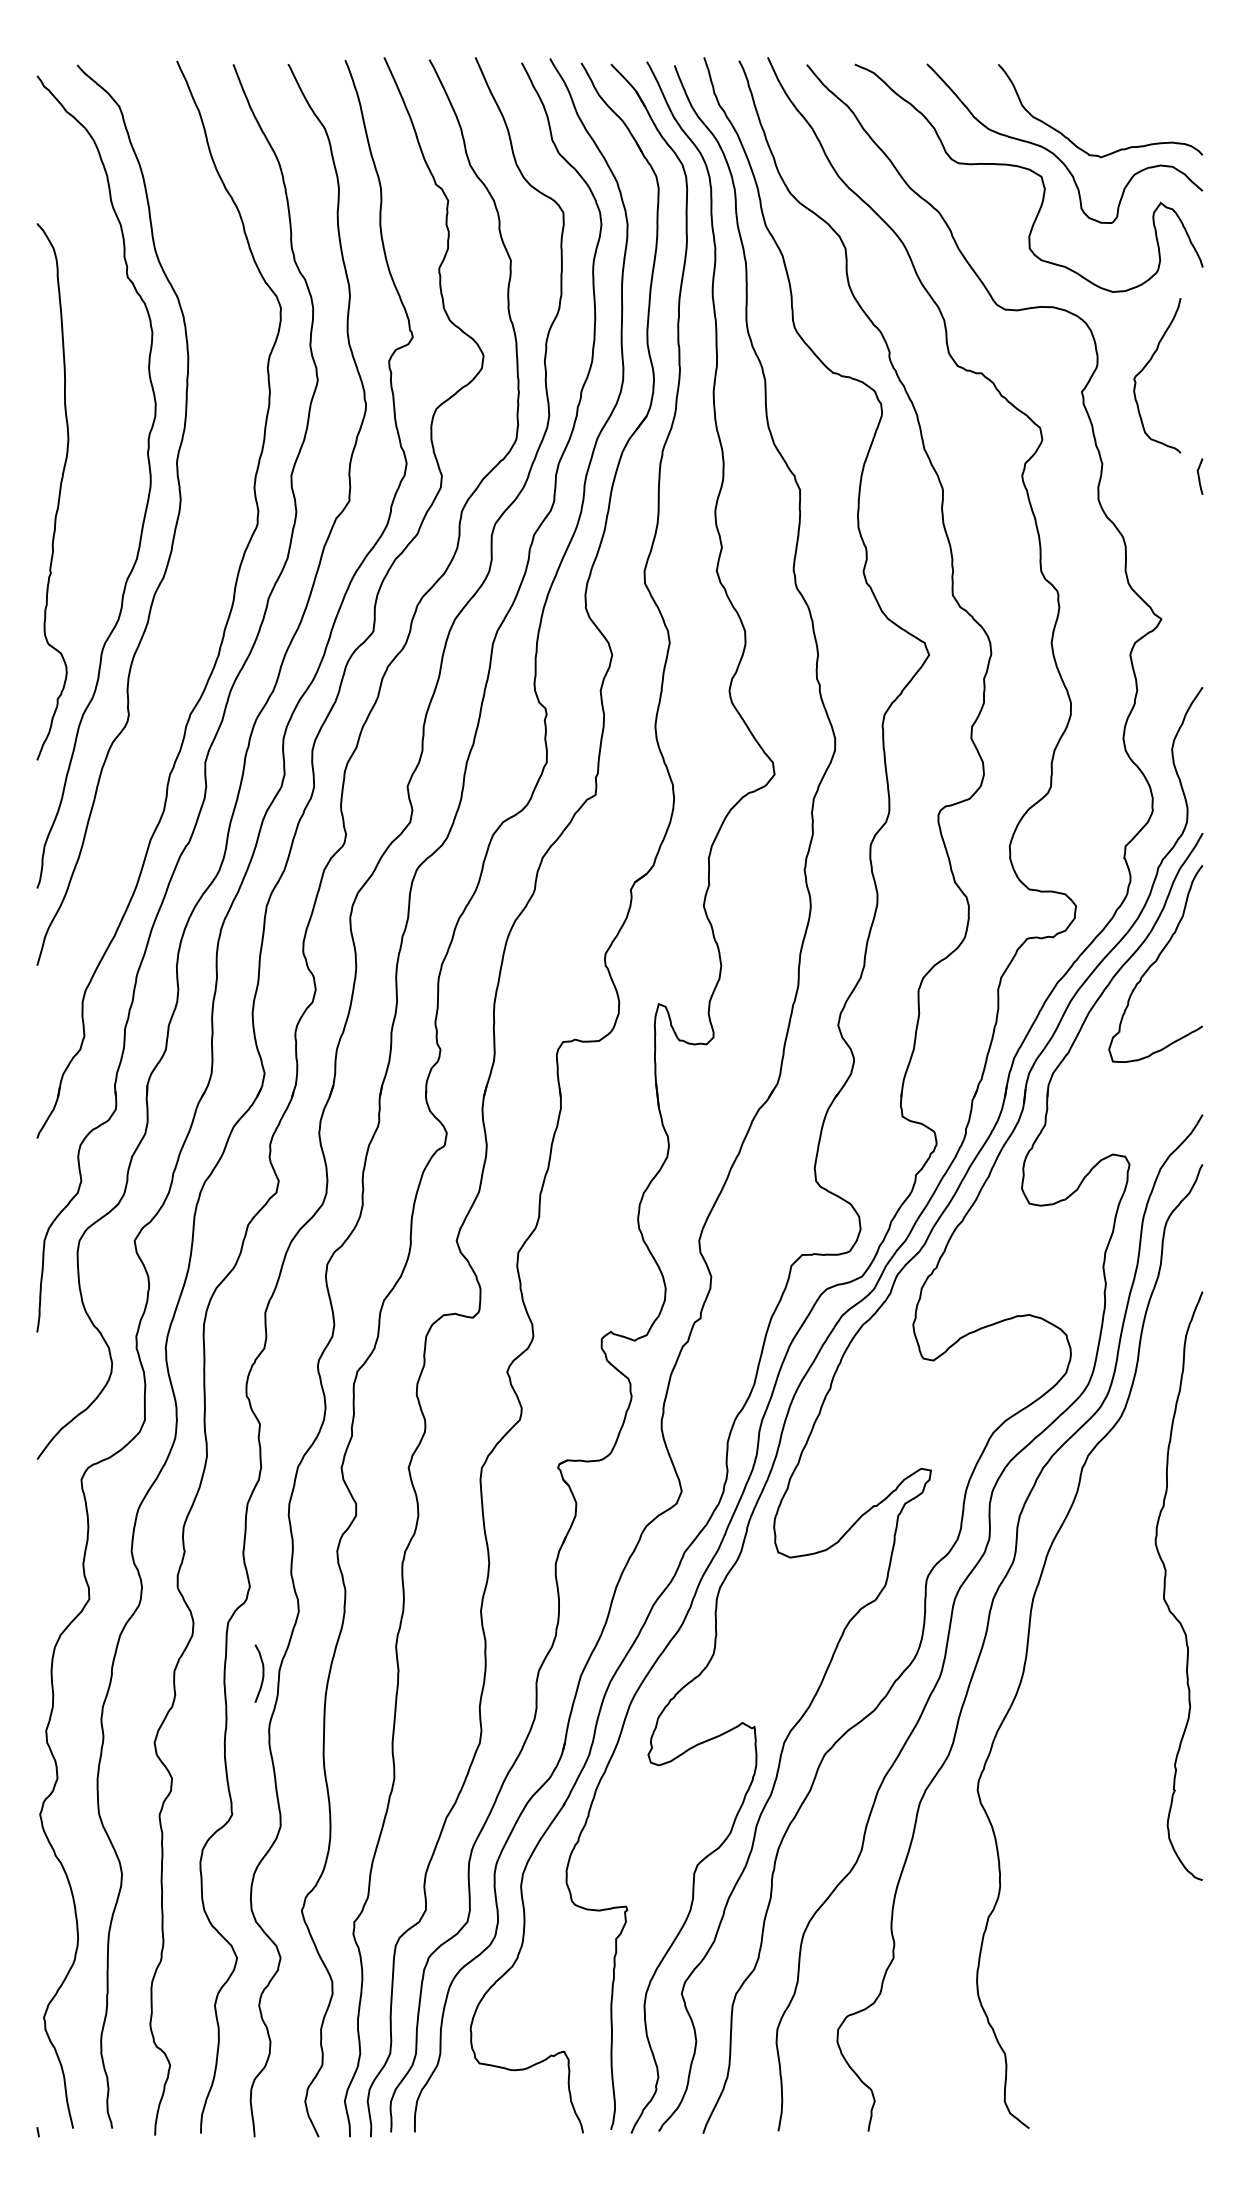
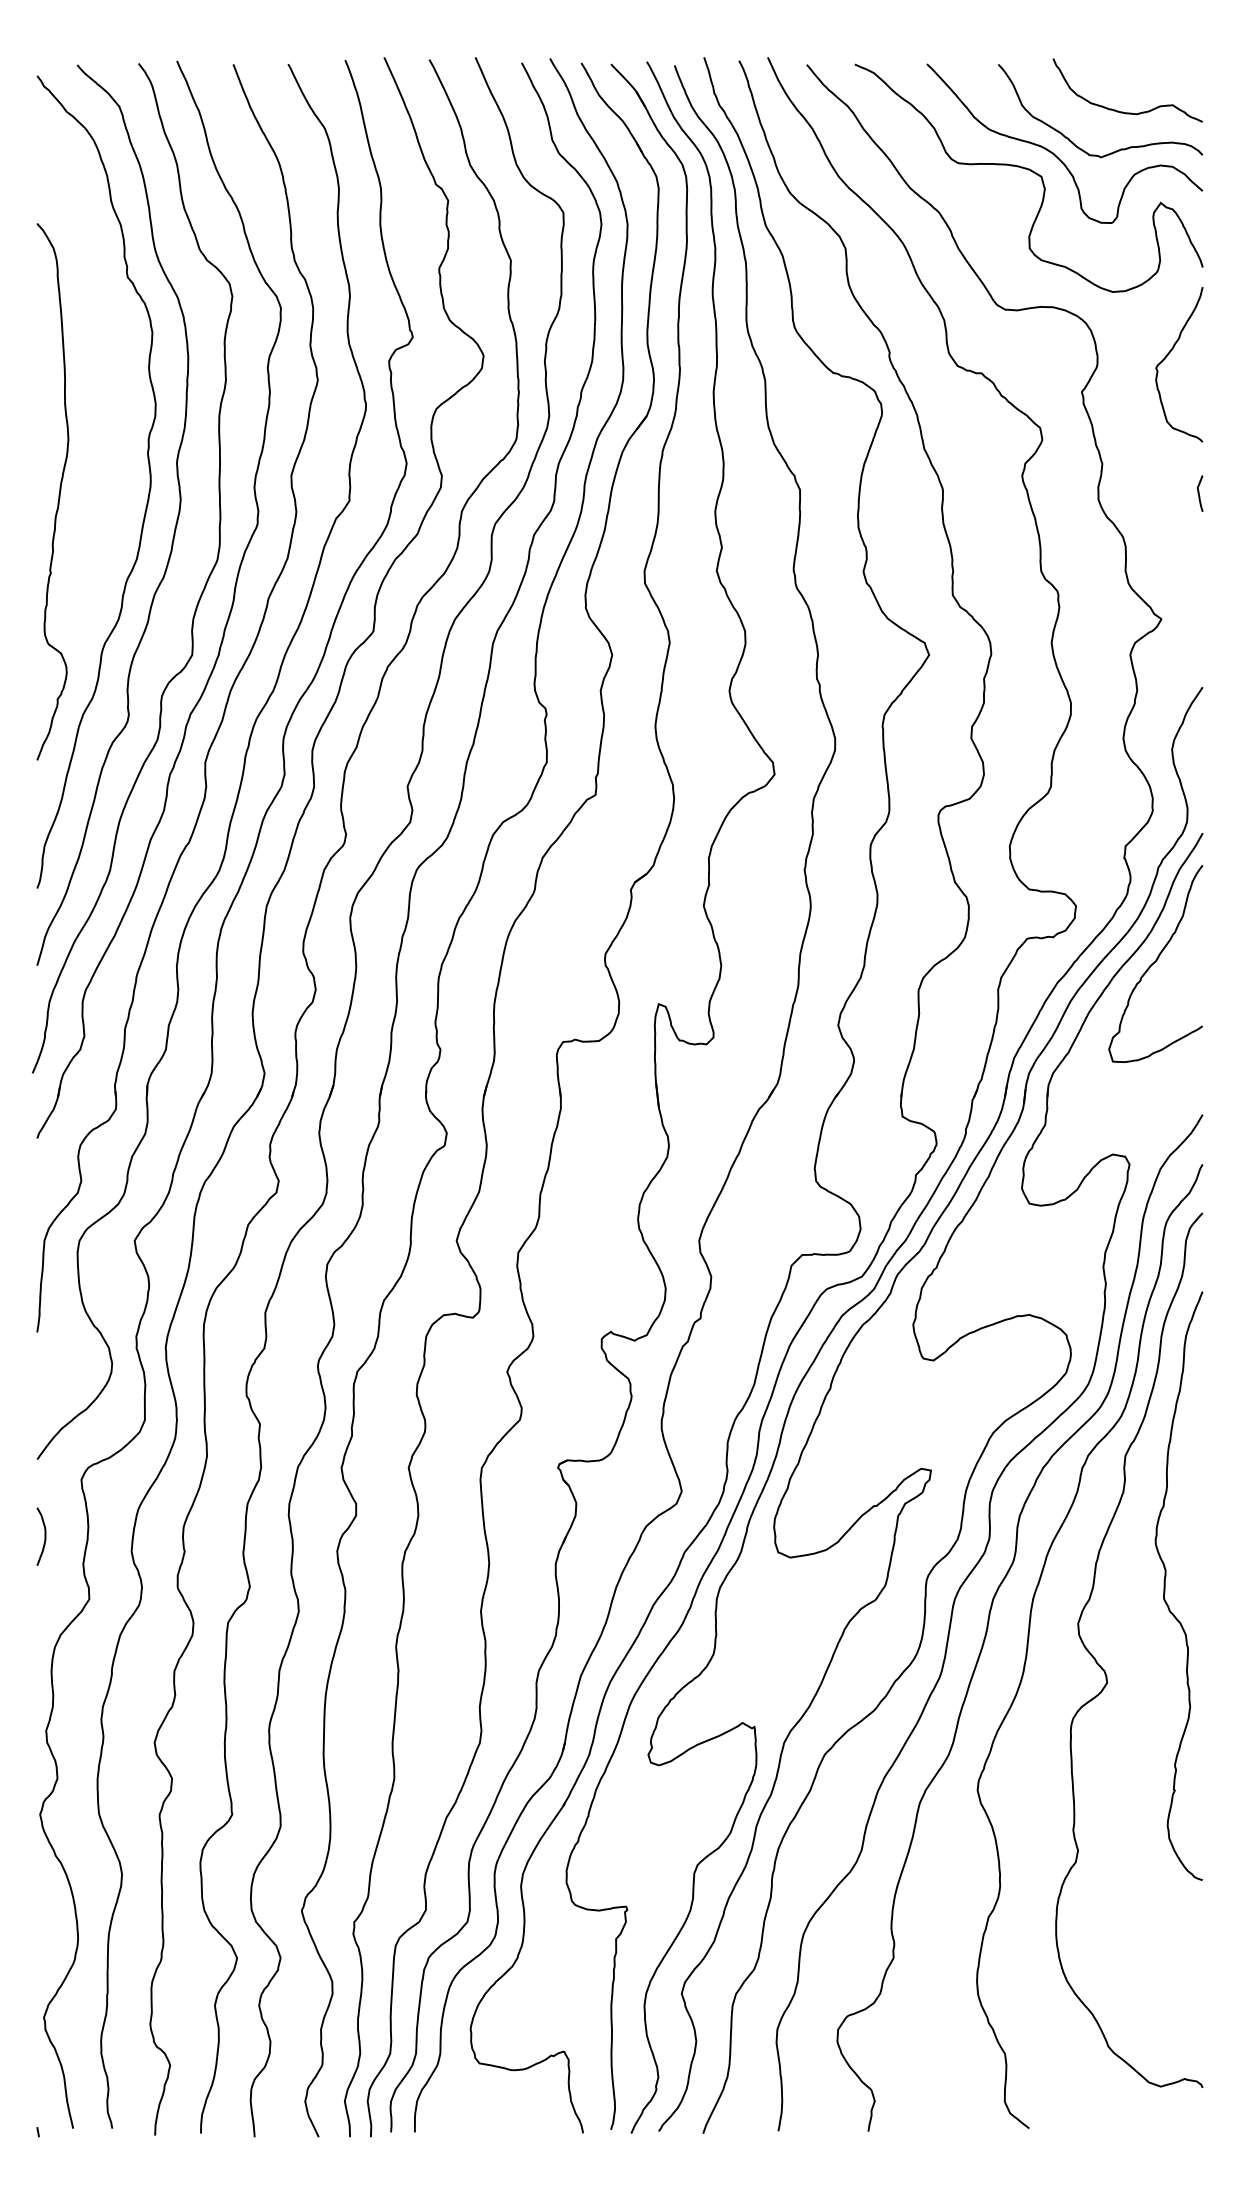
curve at (1123, 111): none -> present
curve at (1147, 365) position: (1147, 365) -> (1169, 354)
curve at (1199, 476) position: (1199, 476) -> (1199, 493)
curve at (200, 594): none -> present
curve at (1105, 1670): none -> present
curve at (262, 1673) position: (262, 1673) -> (44, 1536)
